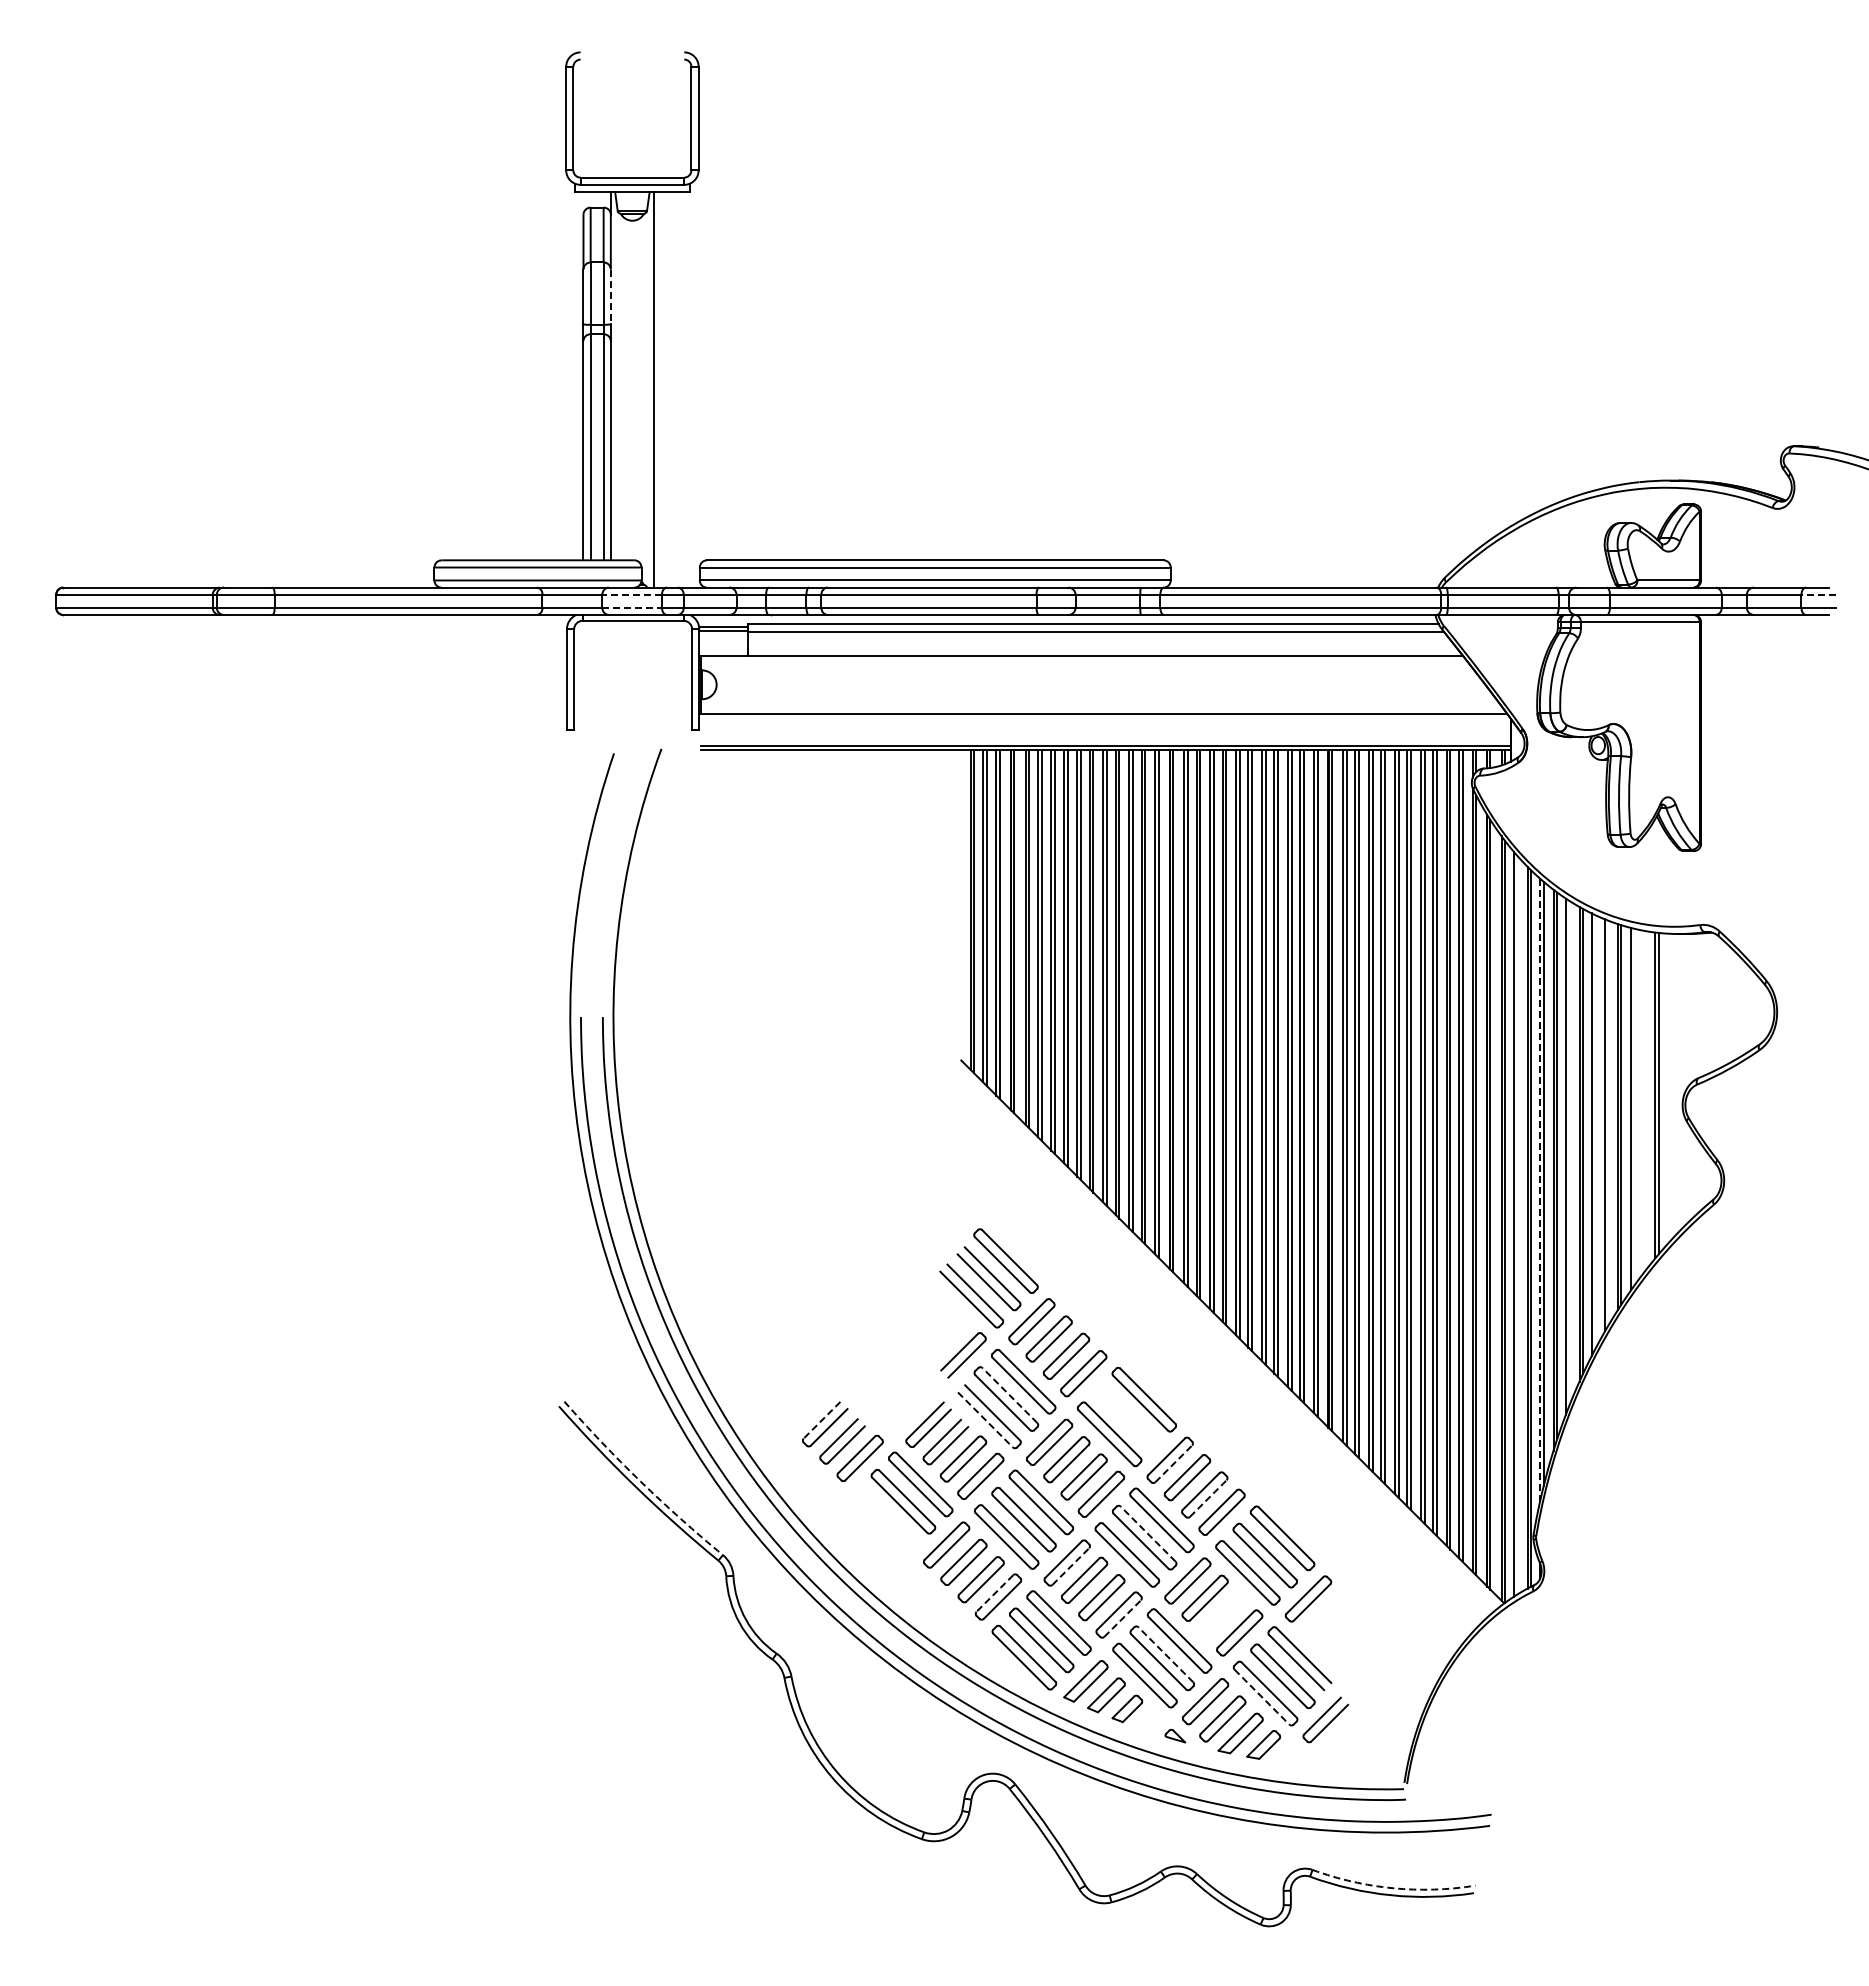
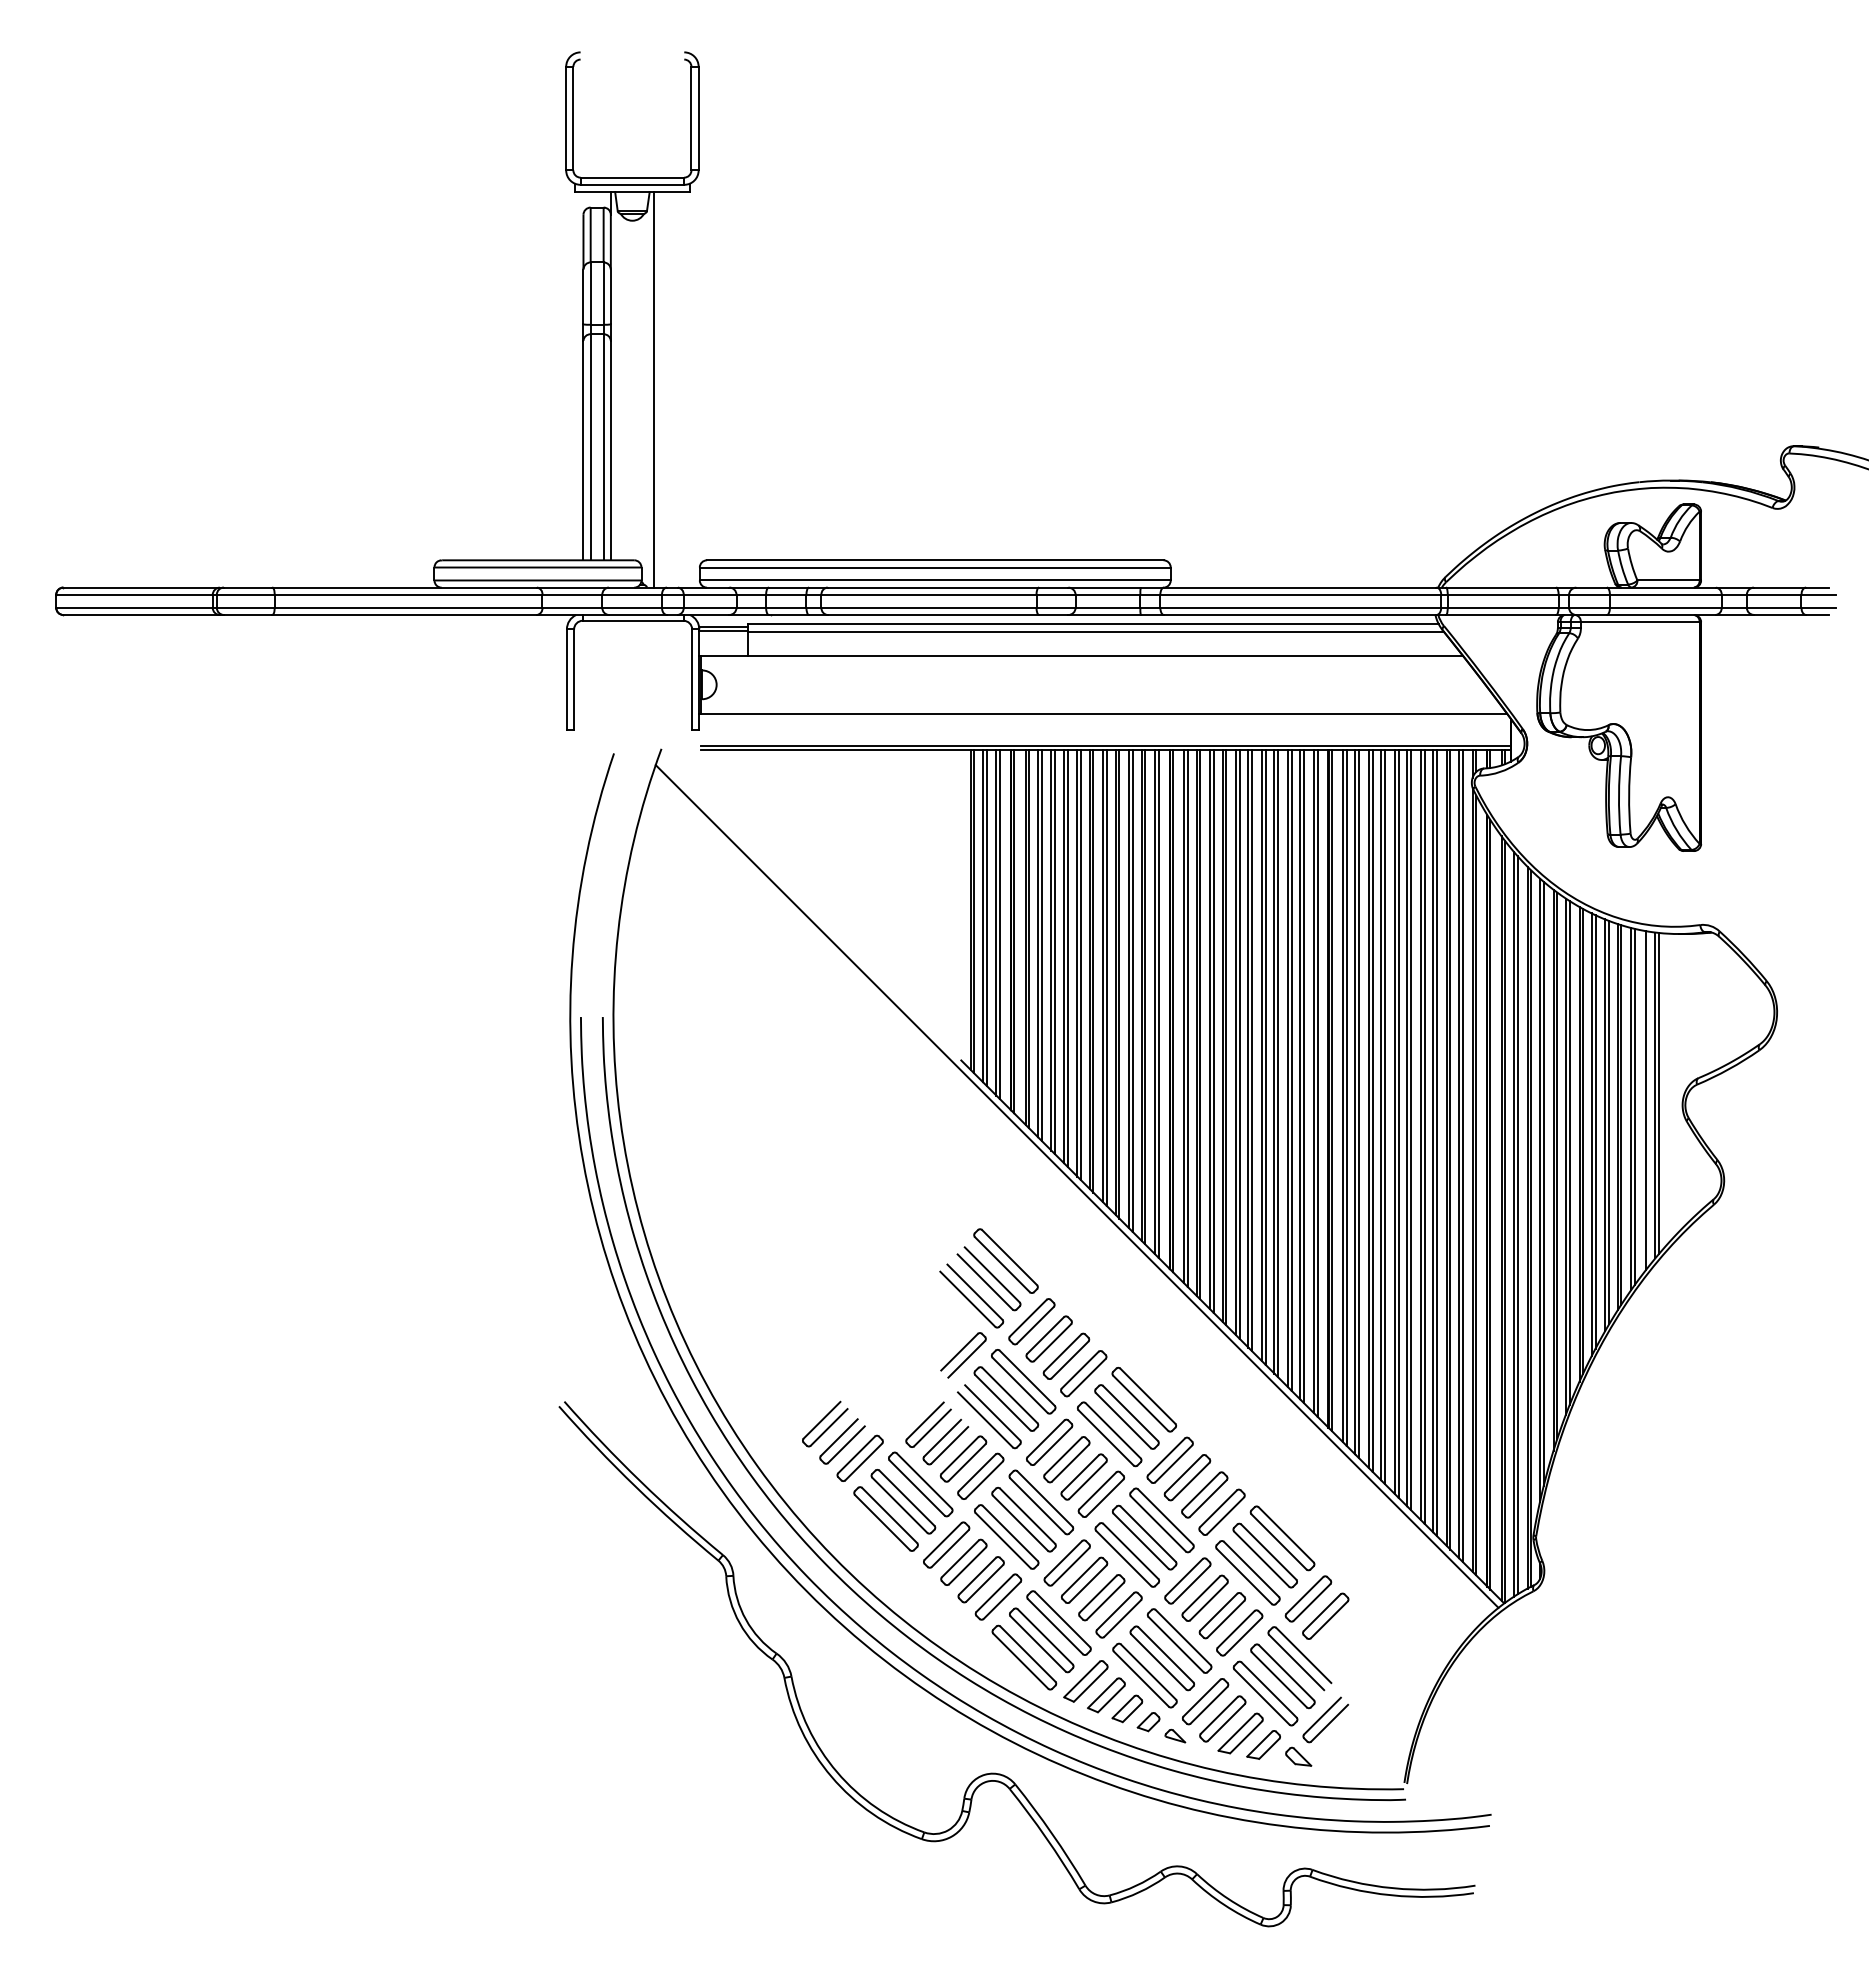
line at (610, 297): dashed -> solid
line at (632, 594): dashed -> solid
line at (1818, 594): dashed -> solid
line at (632, 607): dashed -> solid
line at (1645, 1100): none -> present
line at (1635, 1106): none -> present
line at (1609, 1122): none -> present
line at (1595, 1131): none -> present
line at (1569, 1152): none -> present
line at (1076, 1186): none -> present
line at (1539, 1190): dashed -> solid
line at (1517, 1225): none -> present
line at (1009, 1395): dashed -> solid
part at (1126, 1416): none -> present
line at (985, 1419): dashed -> solid
line at (822, 1420): dashed -> solid
line at (1173, 1463): dashed -> solid
arc at (640, 1481): dashed -> solid
line at (1208, 1498): dashed -> solid
part at (885, 1518): none -> present
line at (1148, 1534): dashed -> solid
line at (1070, 1566): dashed -> solid
line at (994, 1593): dashed -> solid
part at (1222, 1615): none -> present
part at (1325, 1615): none -> present
line at (1122, 1618): dashed -> solid
line at (1165, 1654): dashed -> solid
line at (1262, 1697): dashed -> solid
part at (1148, 1722): none -> present
part at (1298, 1756): none -> present
arc at (1393, 1888): dashed -> solid
